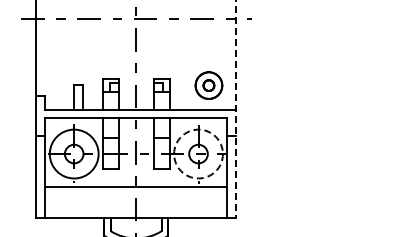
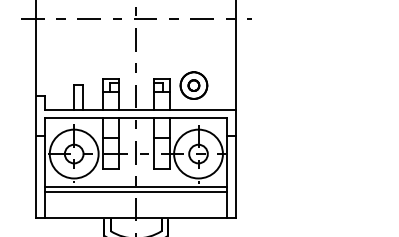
part at (208, 85) position: (208, 85) -> (193, 85)
line at (236, 109): dashed -> solid
circle at (198, 153): dashed -> solid
line at (136, 191): none -> present
